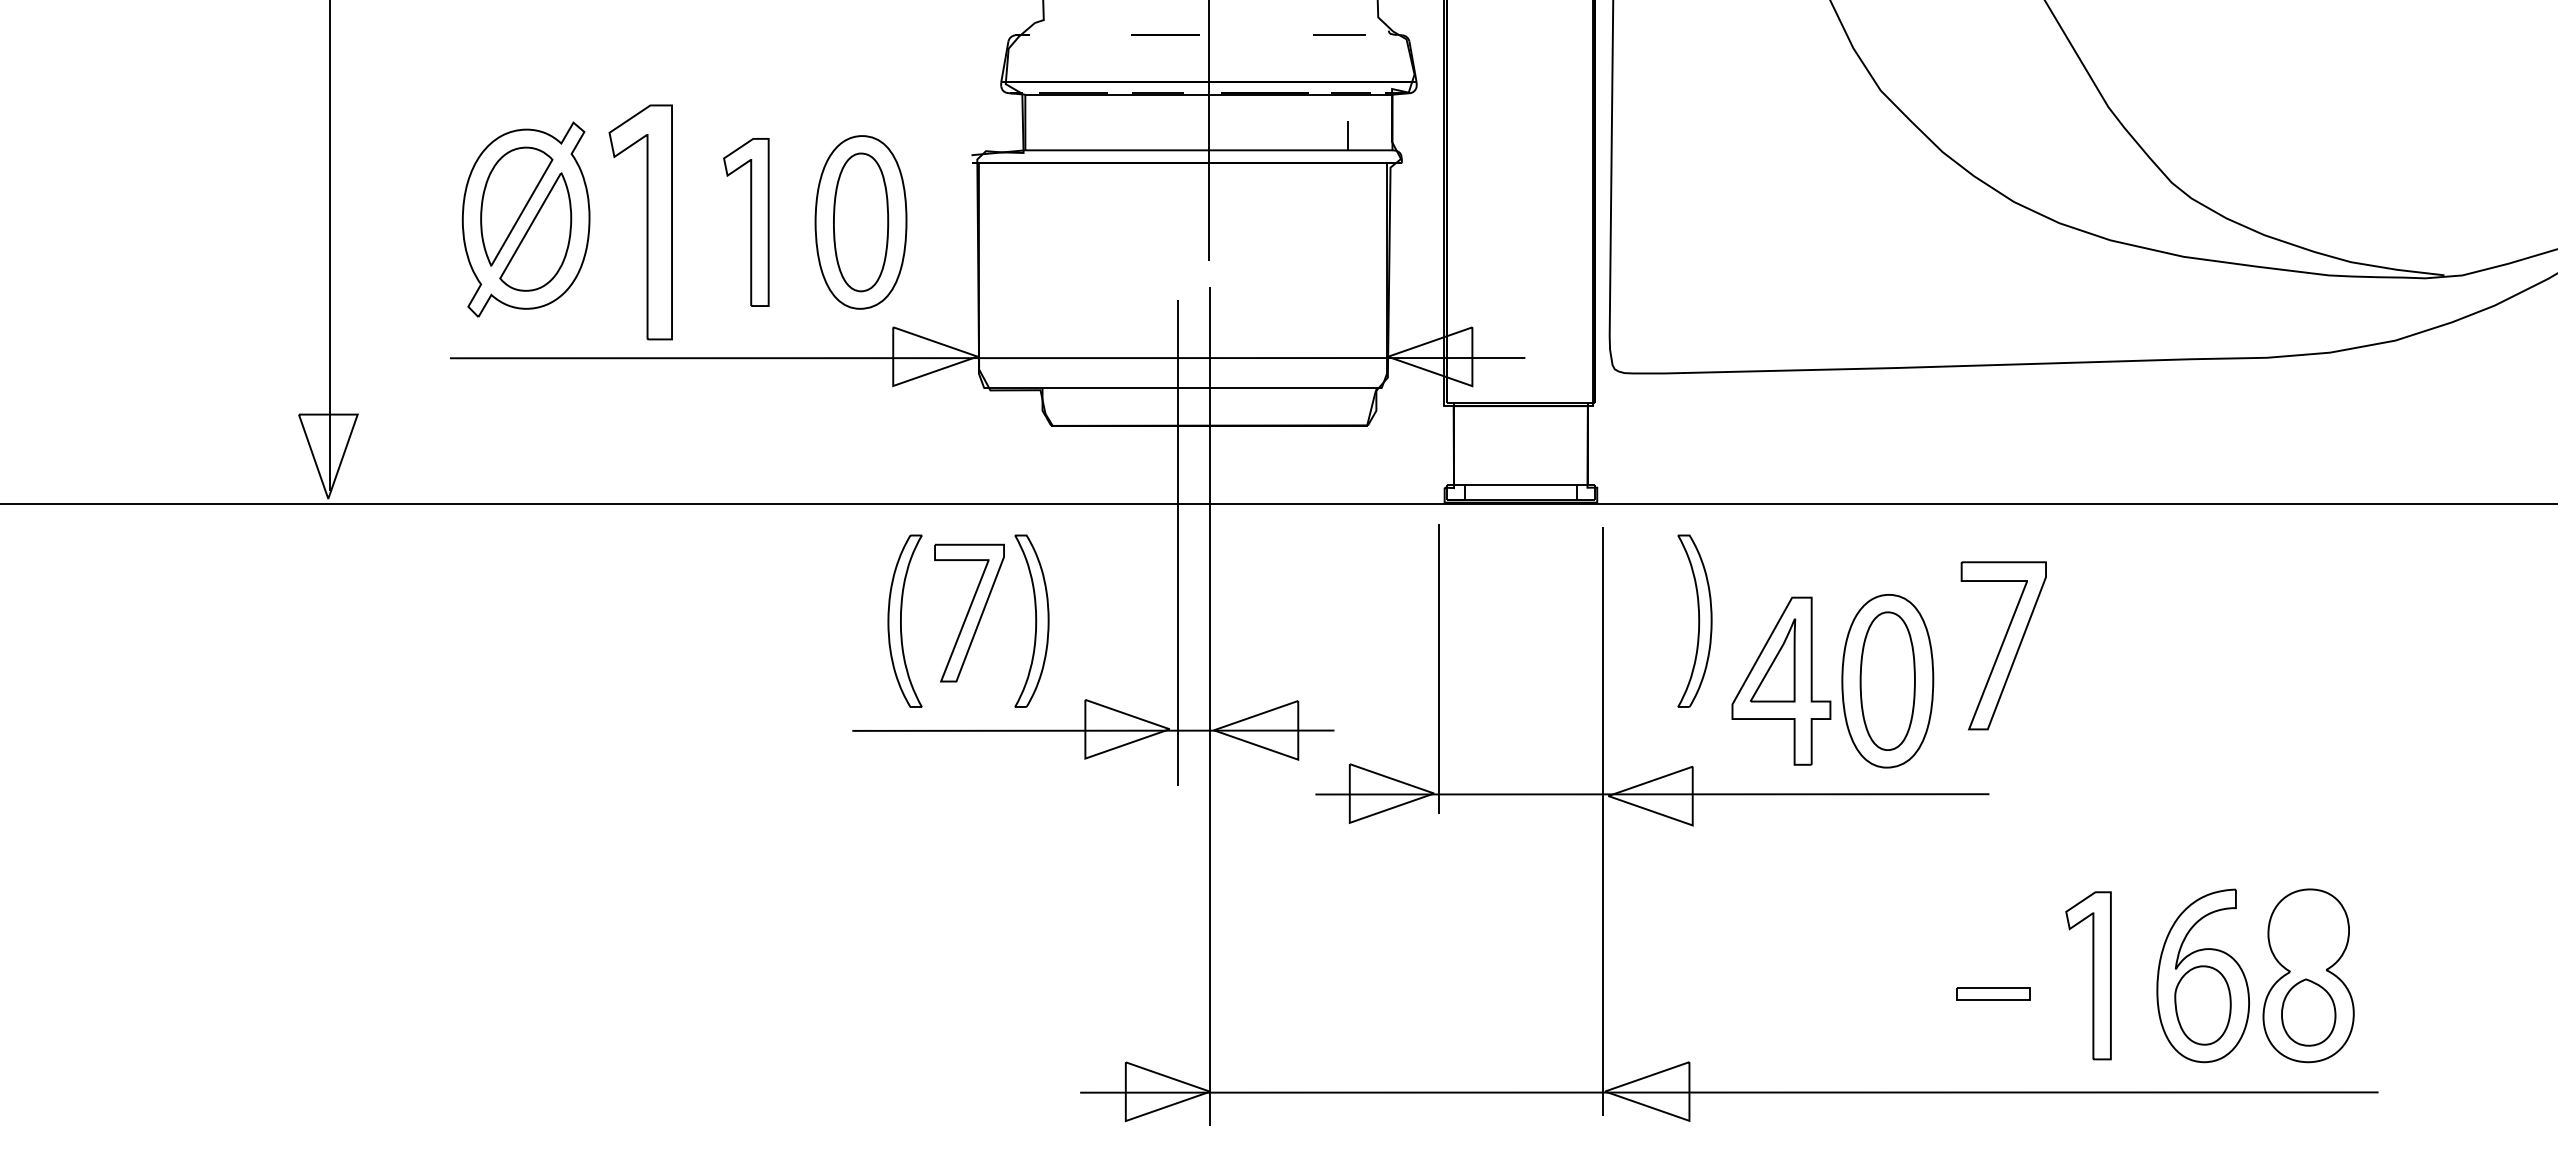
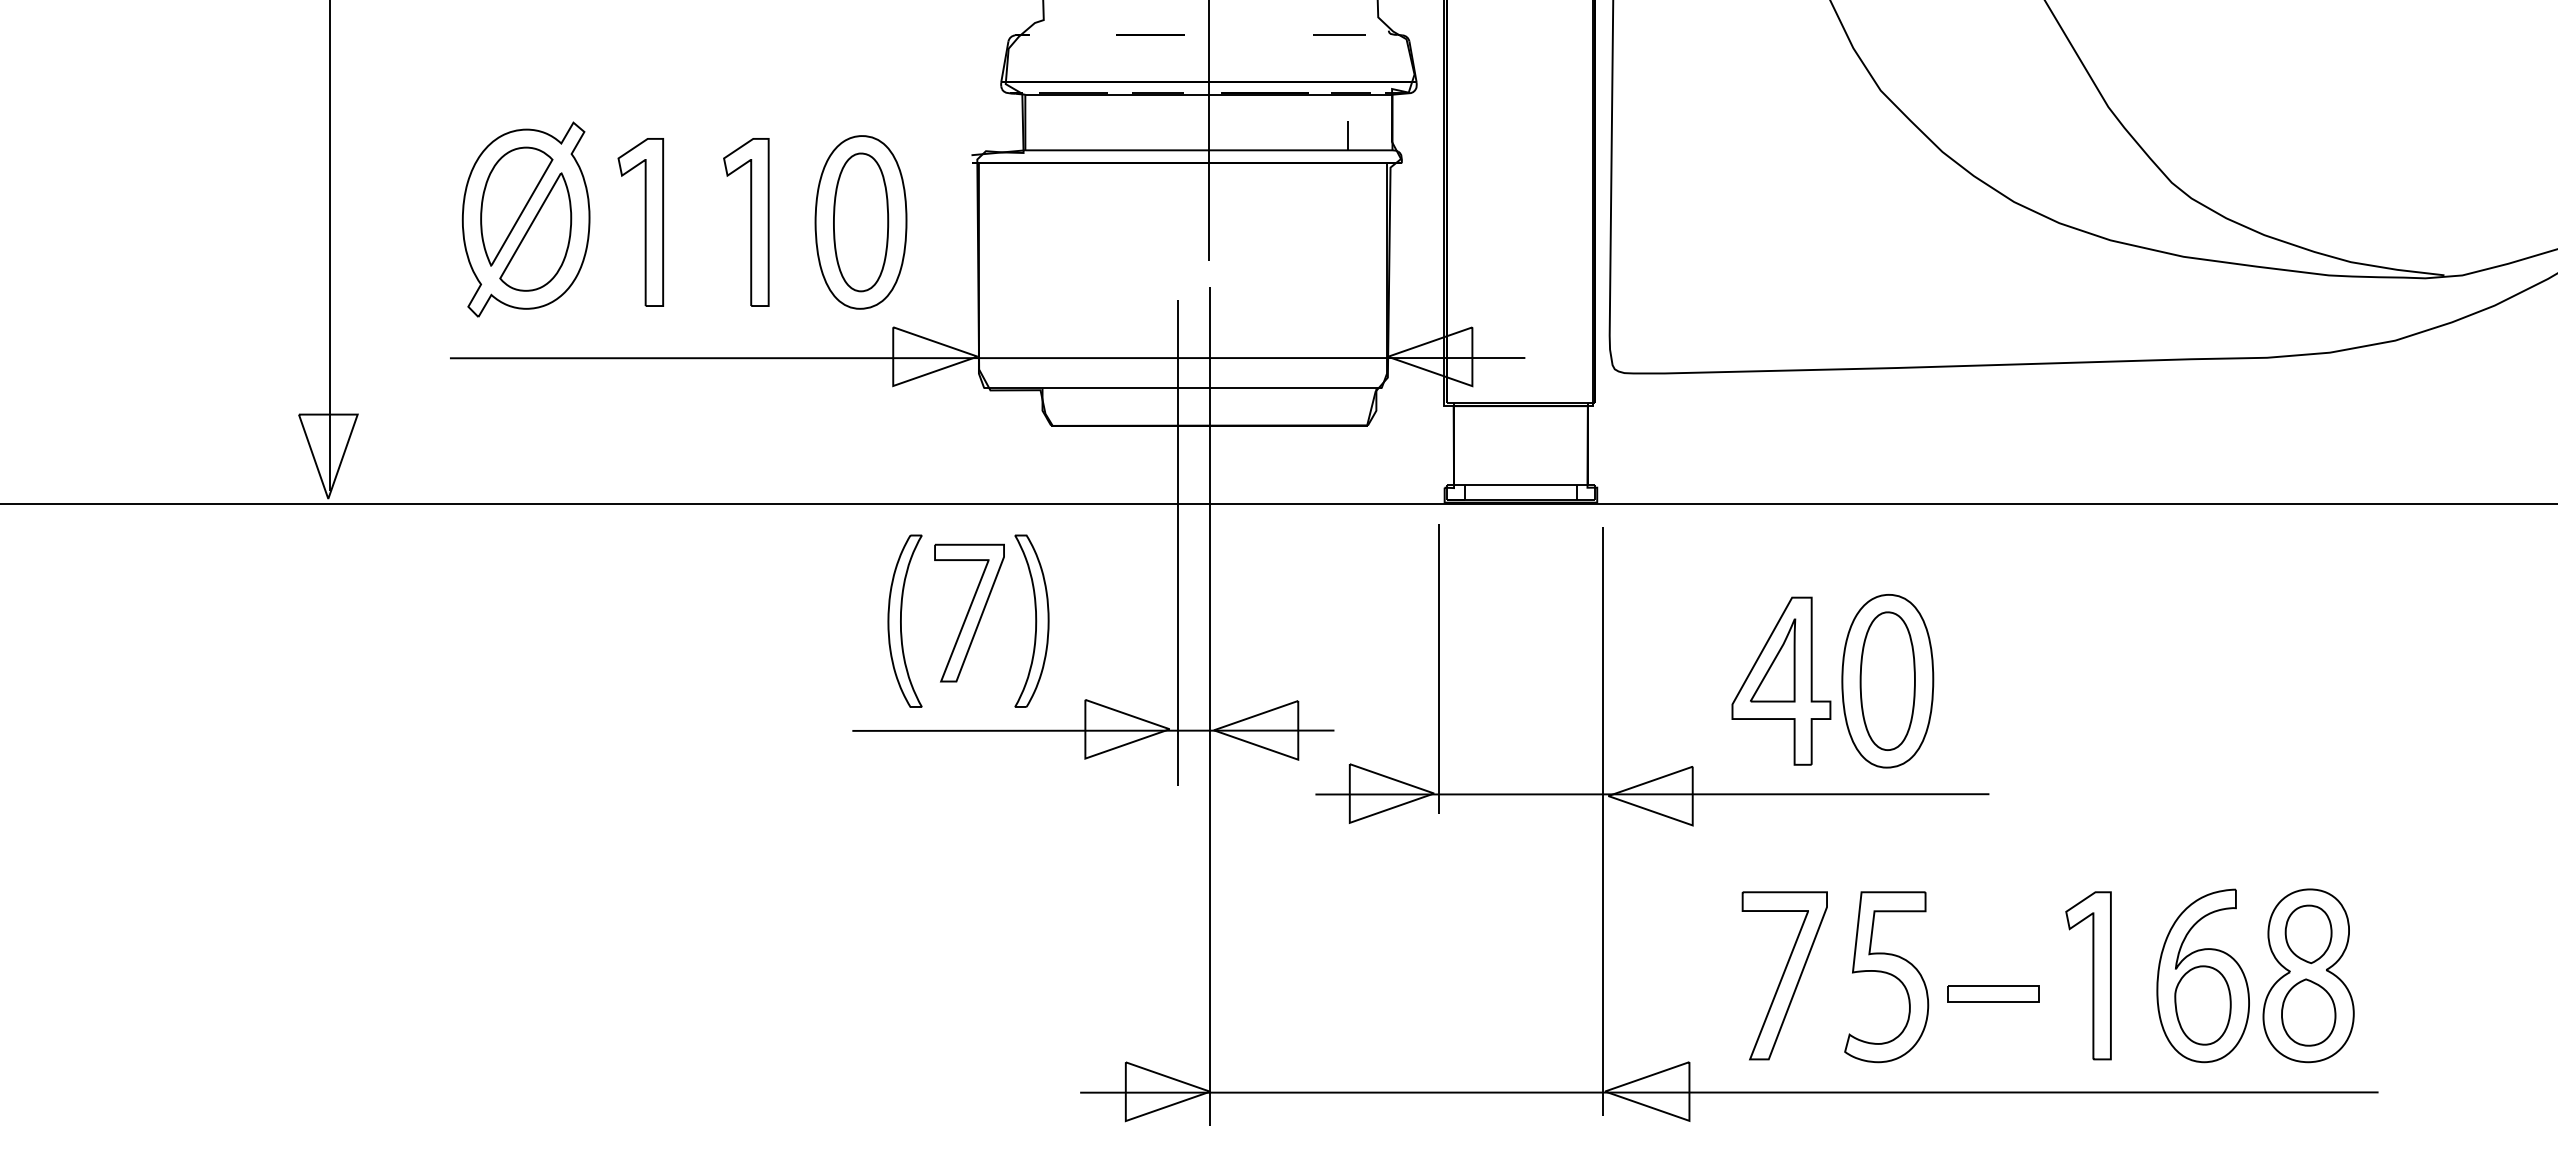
line at (1165, 34) position: (1165, 34) -> (1150, 34)
part at (640, 222) size: 65x237 px -> 48x169 px
part at (1694, 620): present -> none
part at (2003, 645) position: (2003, 645) -> (1784, 975)
part at (2308, 934): none -> present
part at (1886, 977): none -> present
part at (1993, 993) size: 75x14 px -> 93x18 px
